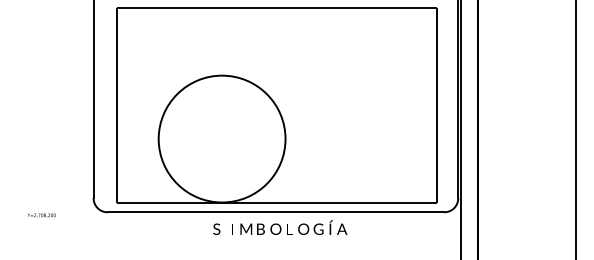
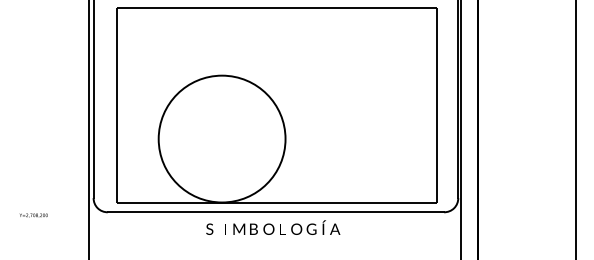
line at (89, 129): none -> present
text at (41, 215) position: (41, 215) -> (33, 215)
text at (280, 227) position: (280, 227) -> (273, 227)
